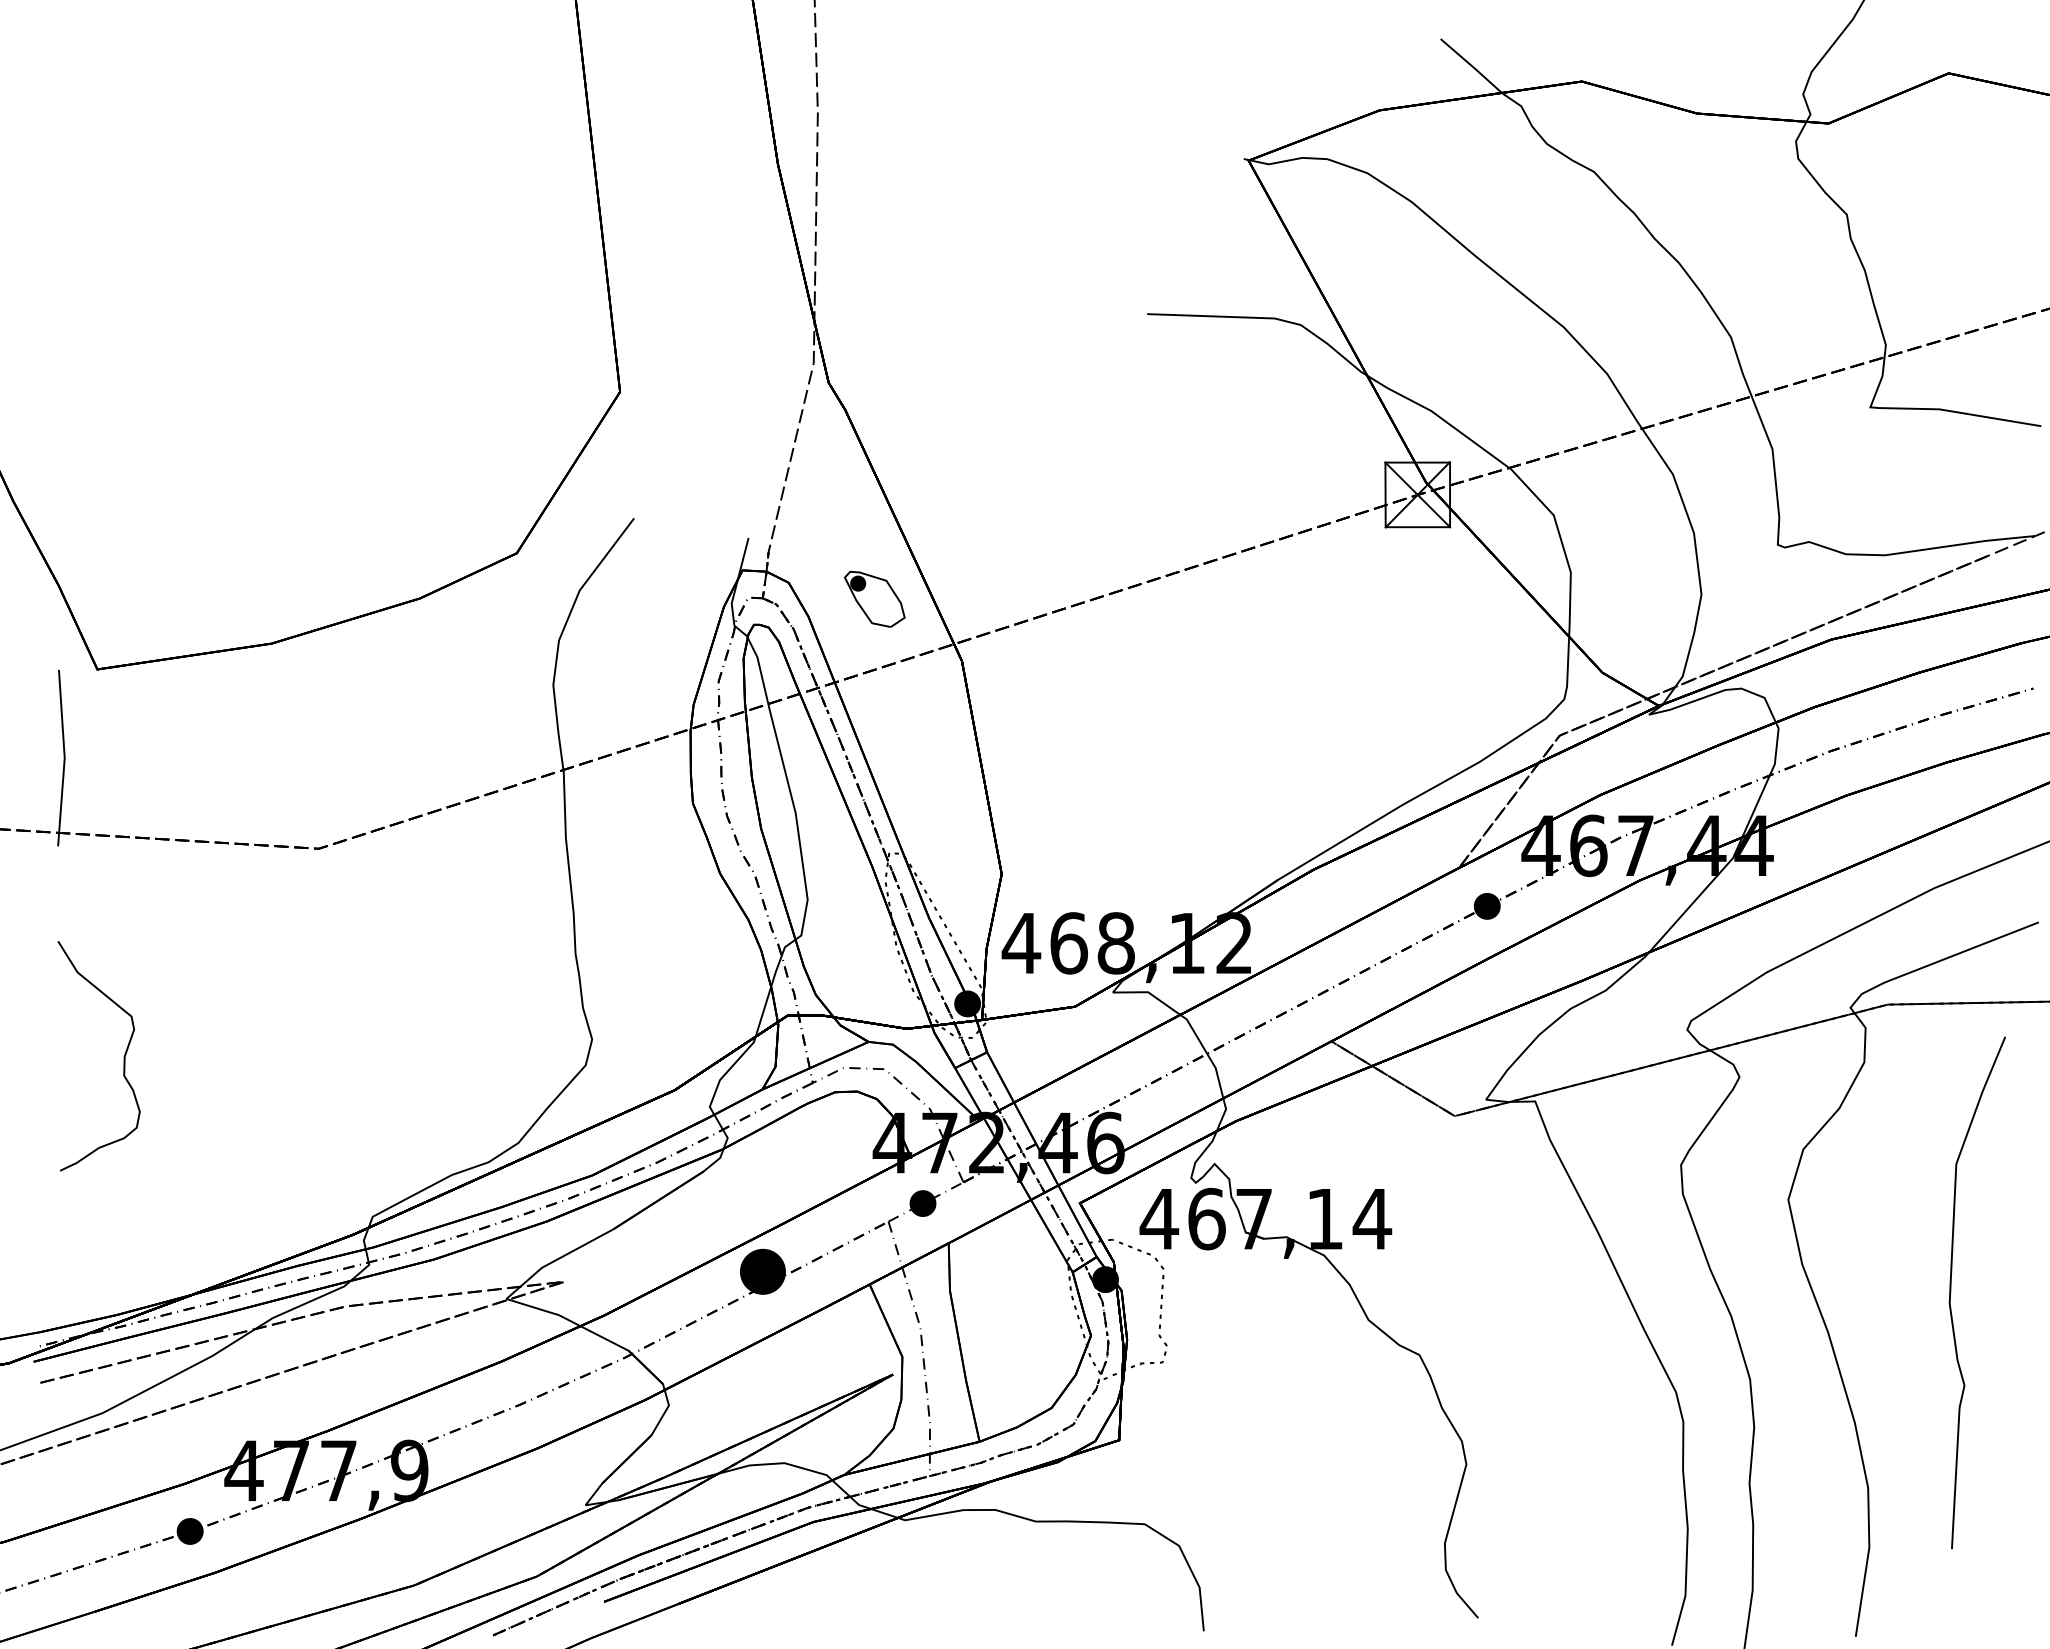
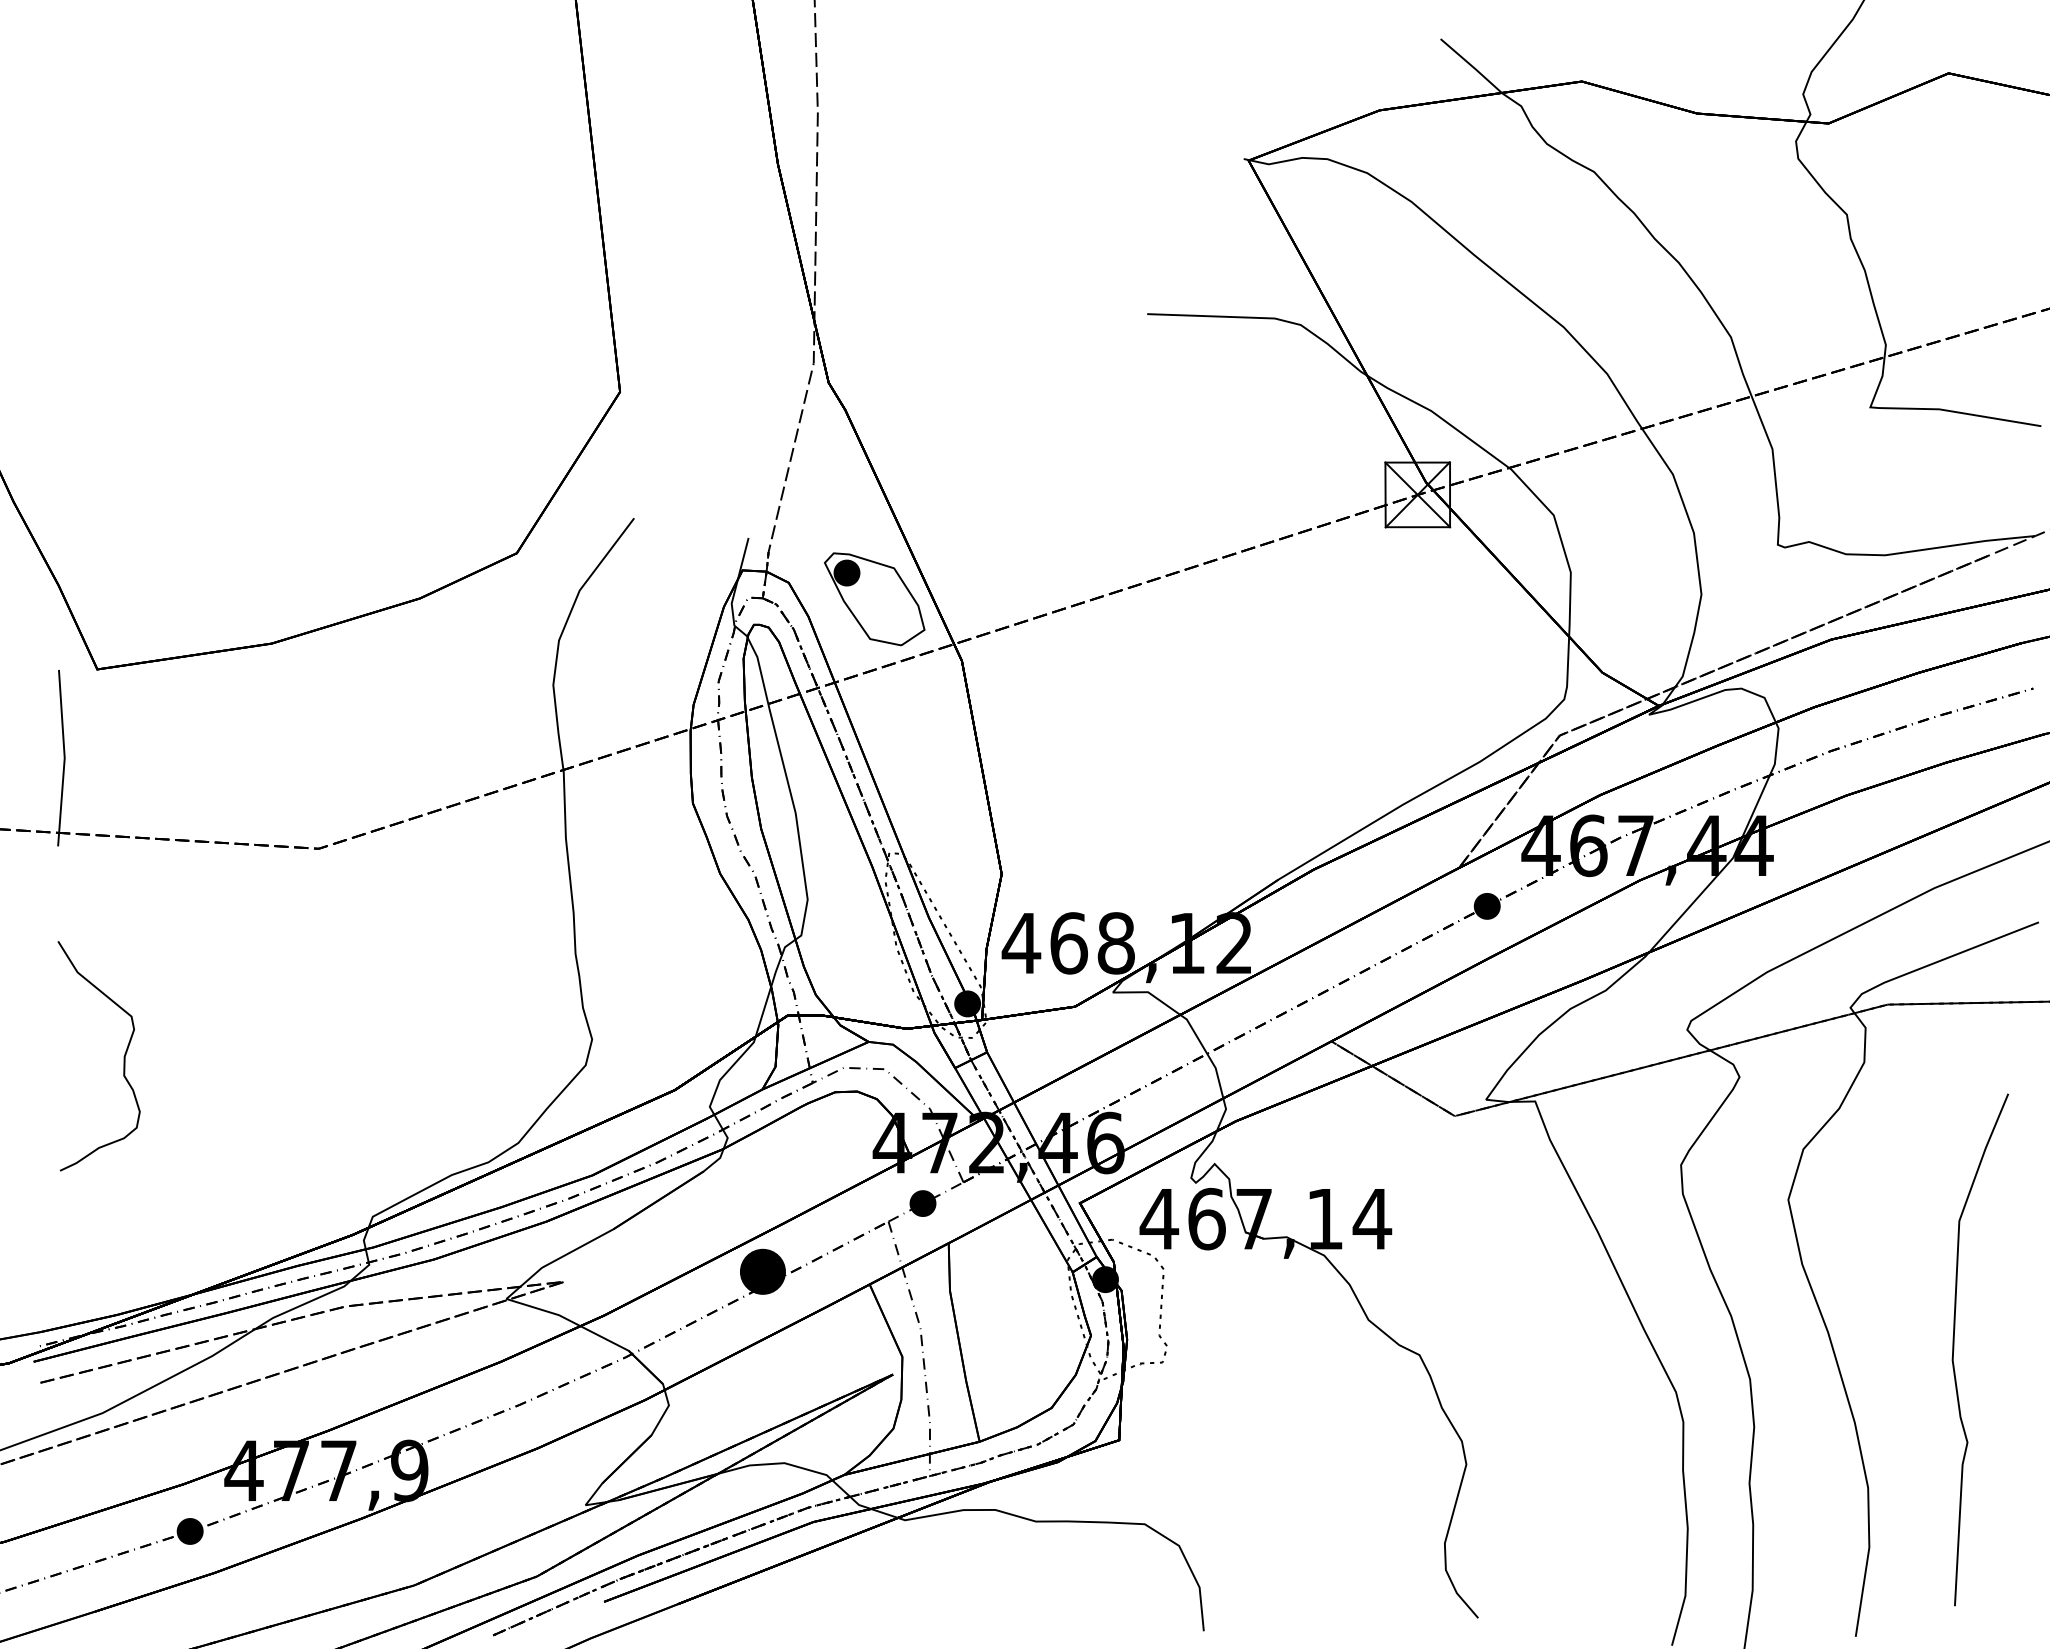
part at (874, 598) size: 62x58 px -> 102x95 px
curve at (1951, 1292) position: (1951, 1292) -> (1954, 1349)
